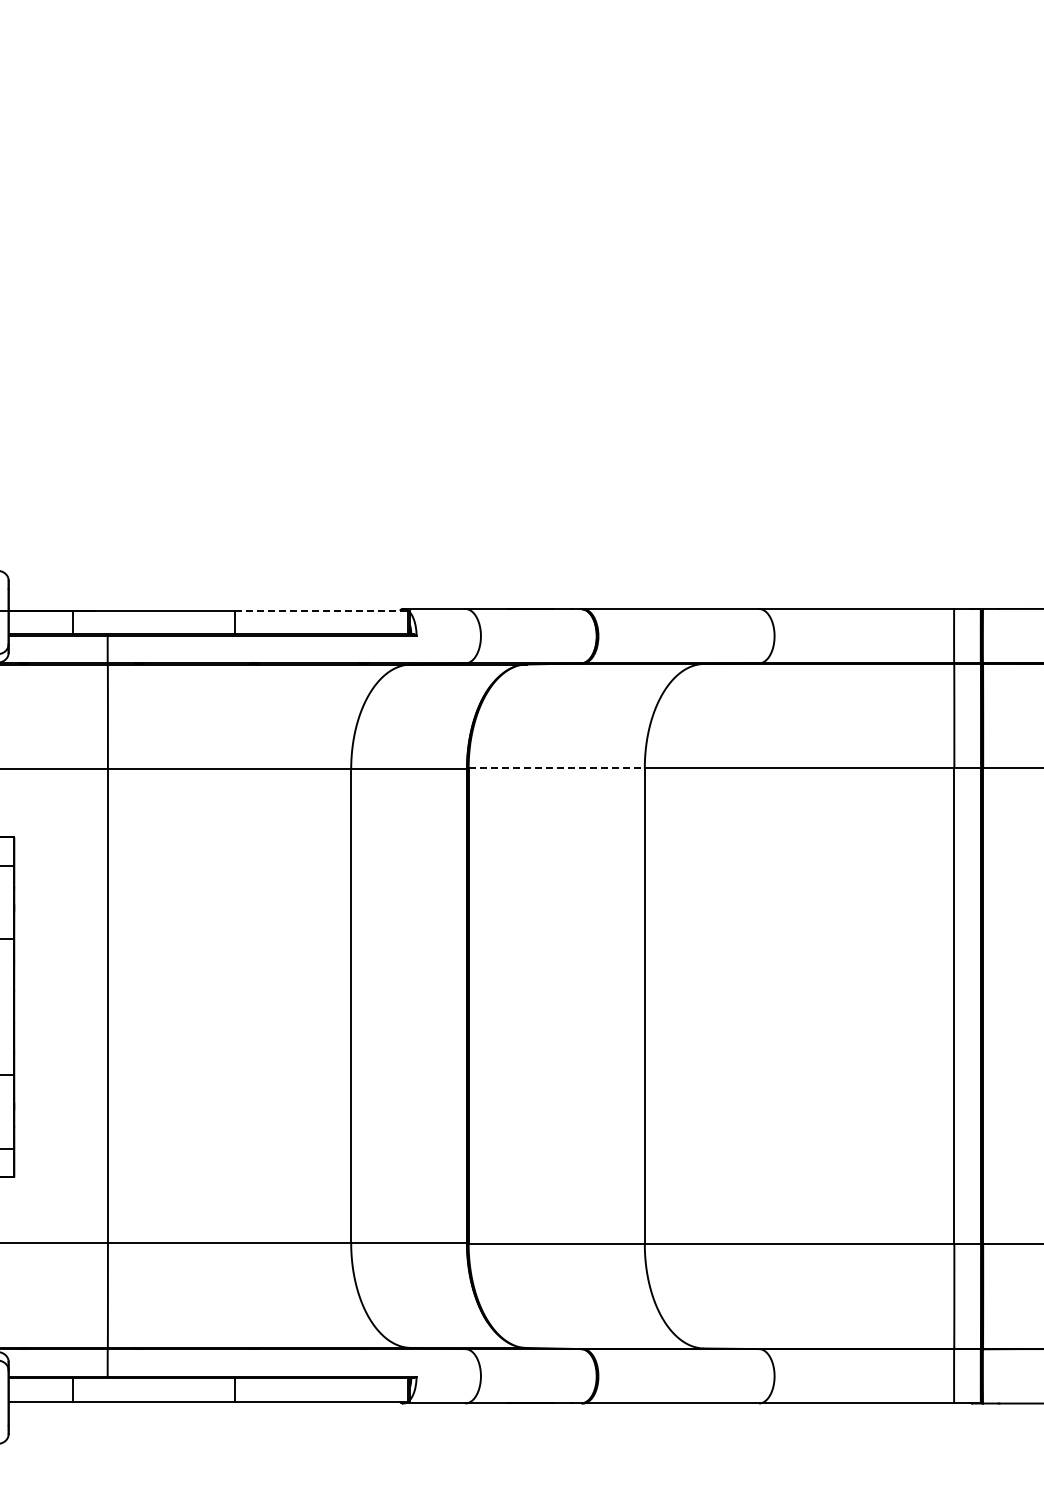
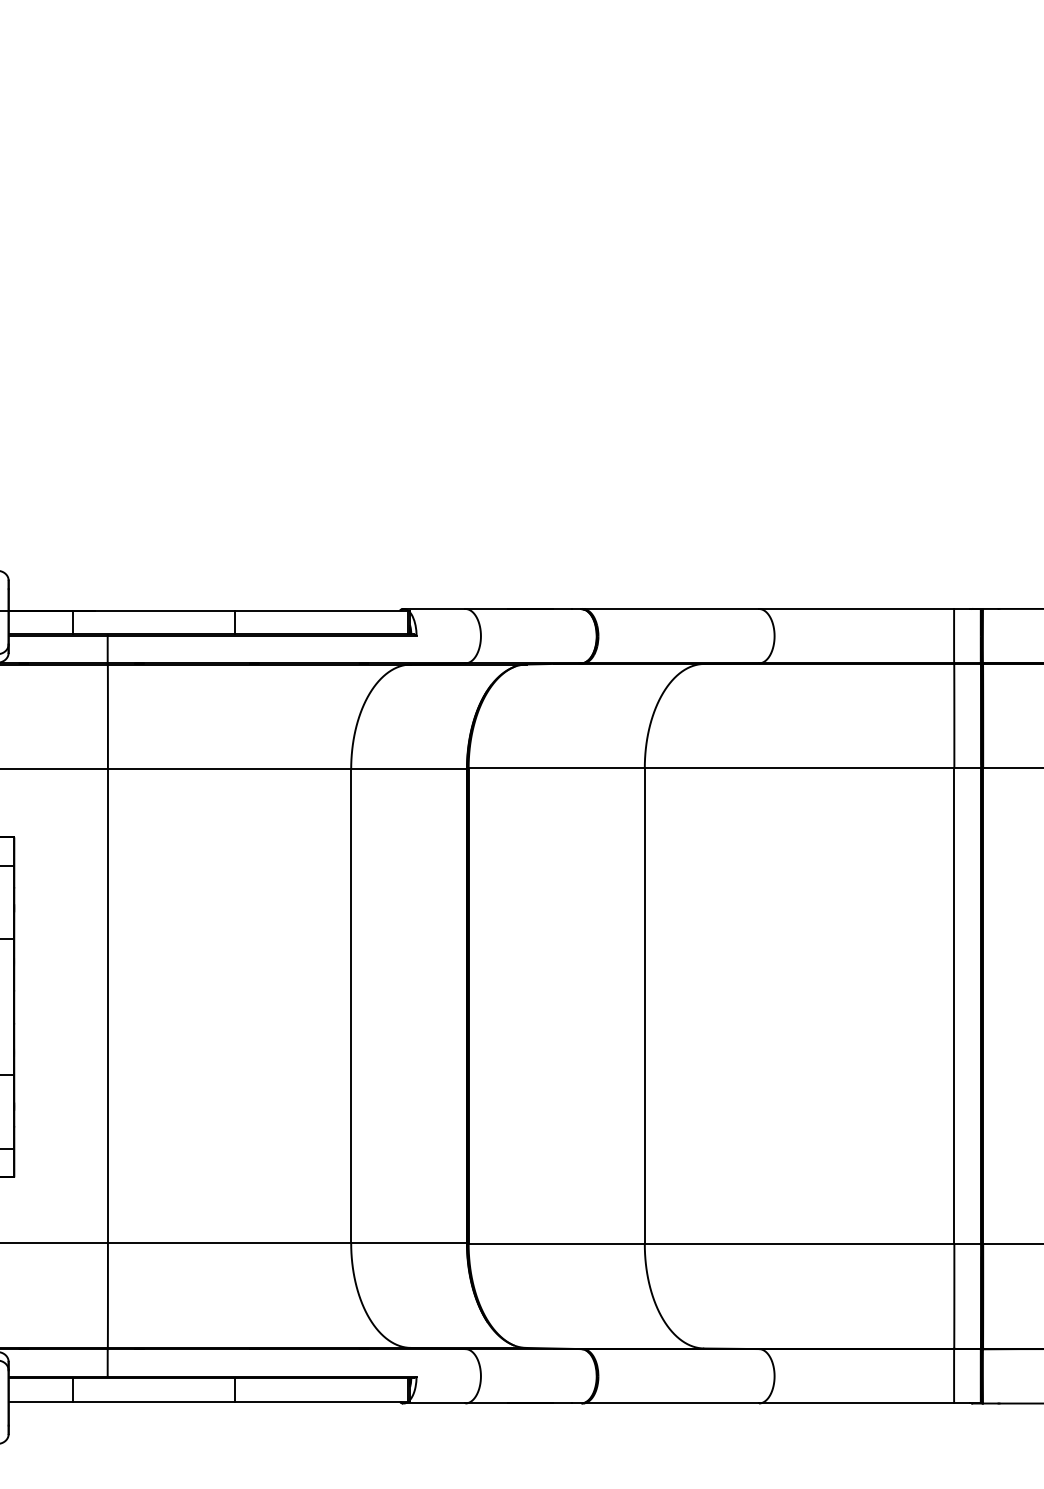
line at (322, 610): dashed -> solid
line at (557, 768): dashed -> solid
